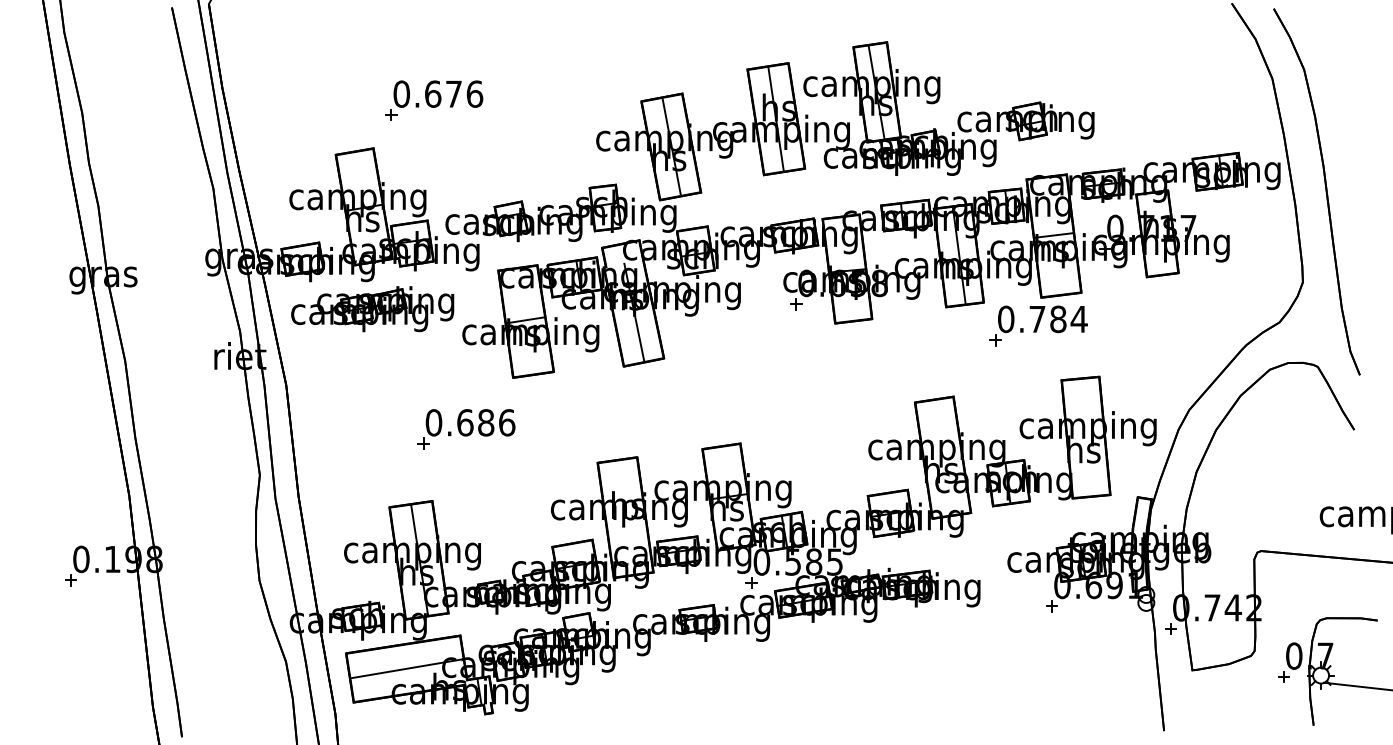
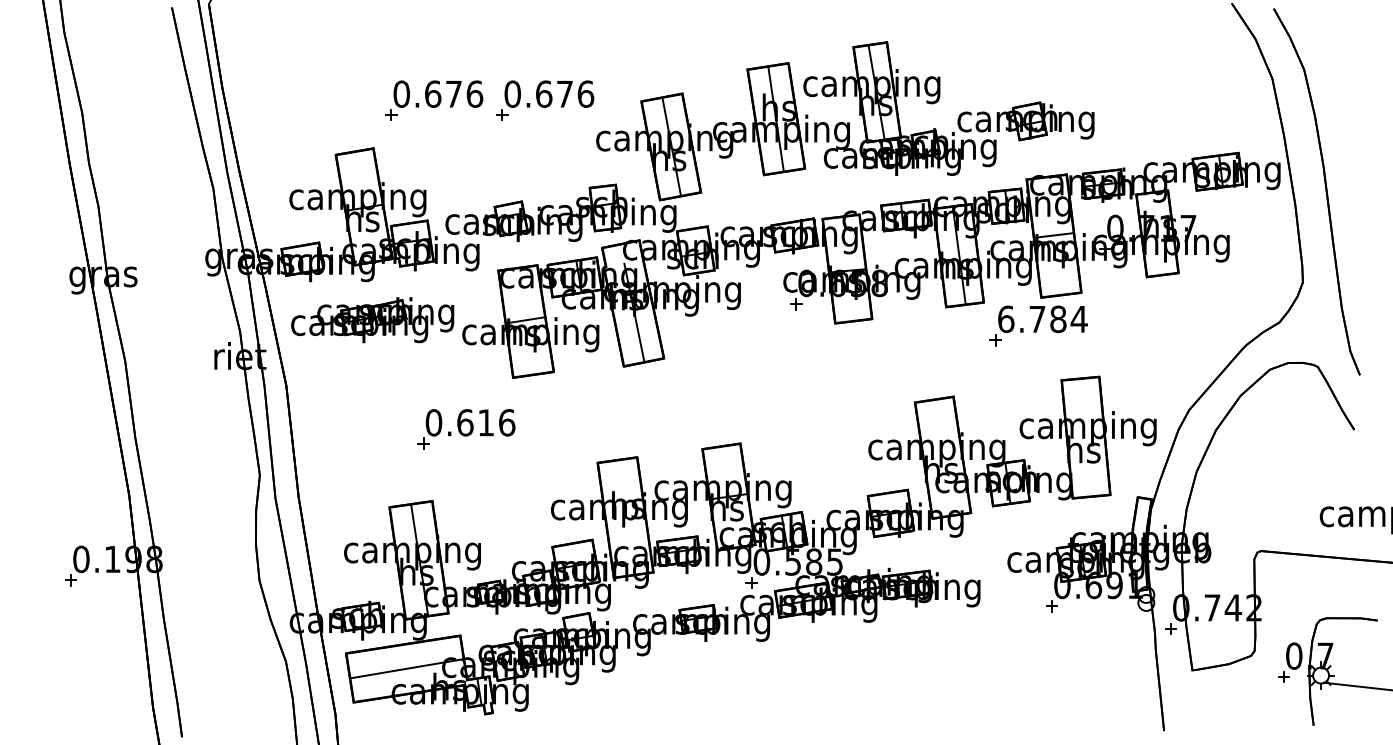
part at (545, 100): none -> present
part at (372, 309) position: (372, 309) -> (372, 320)
text at (1006, 318): 0.784 -> 6.784
text at (486, 422): 0.686 -> 0.616
